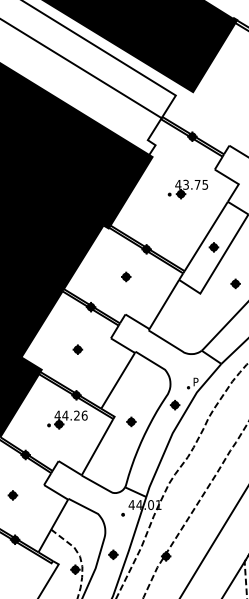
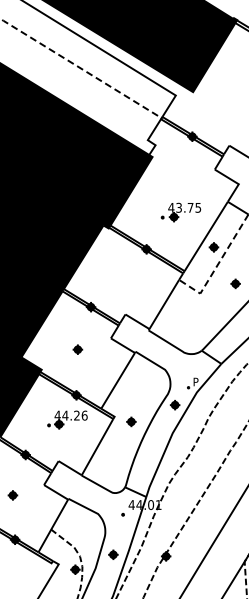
line at (81, 68): solid -> dashed
part at (187, 189) position: (187, 189) -> (180, 212)
line at (217, 265): solid -> dashed
part at (126, 276): present -> none
